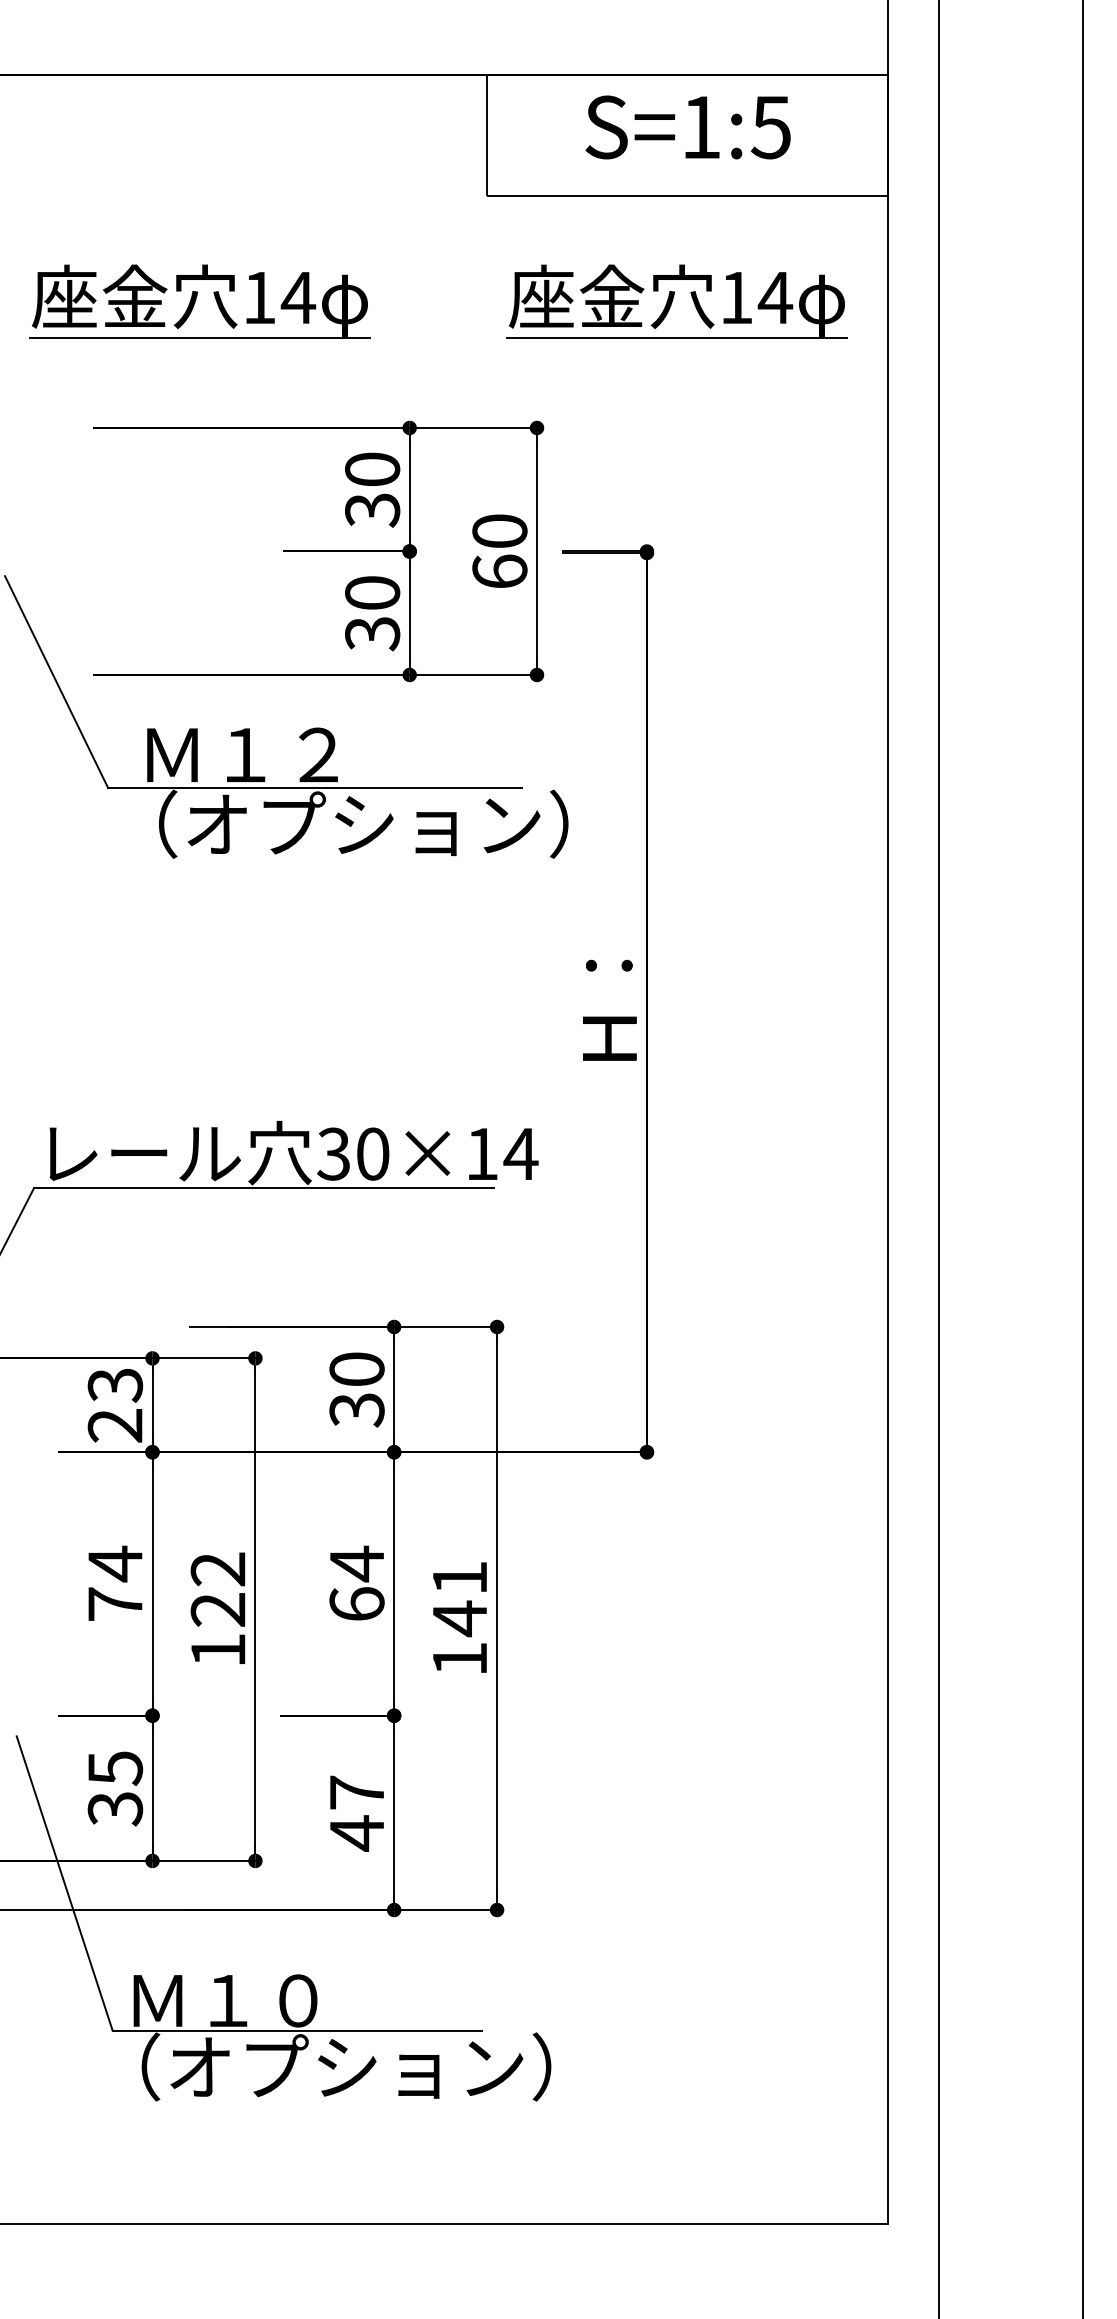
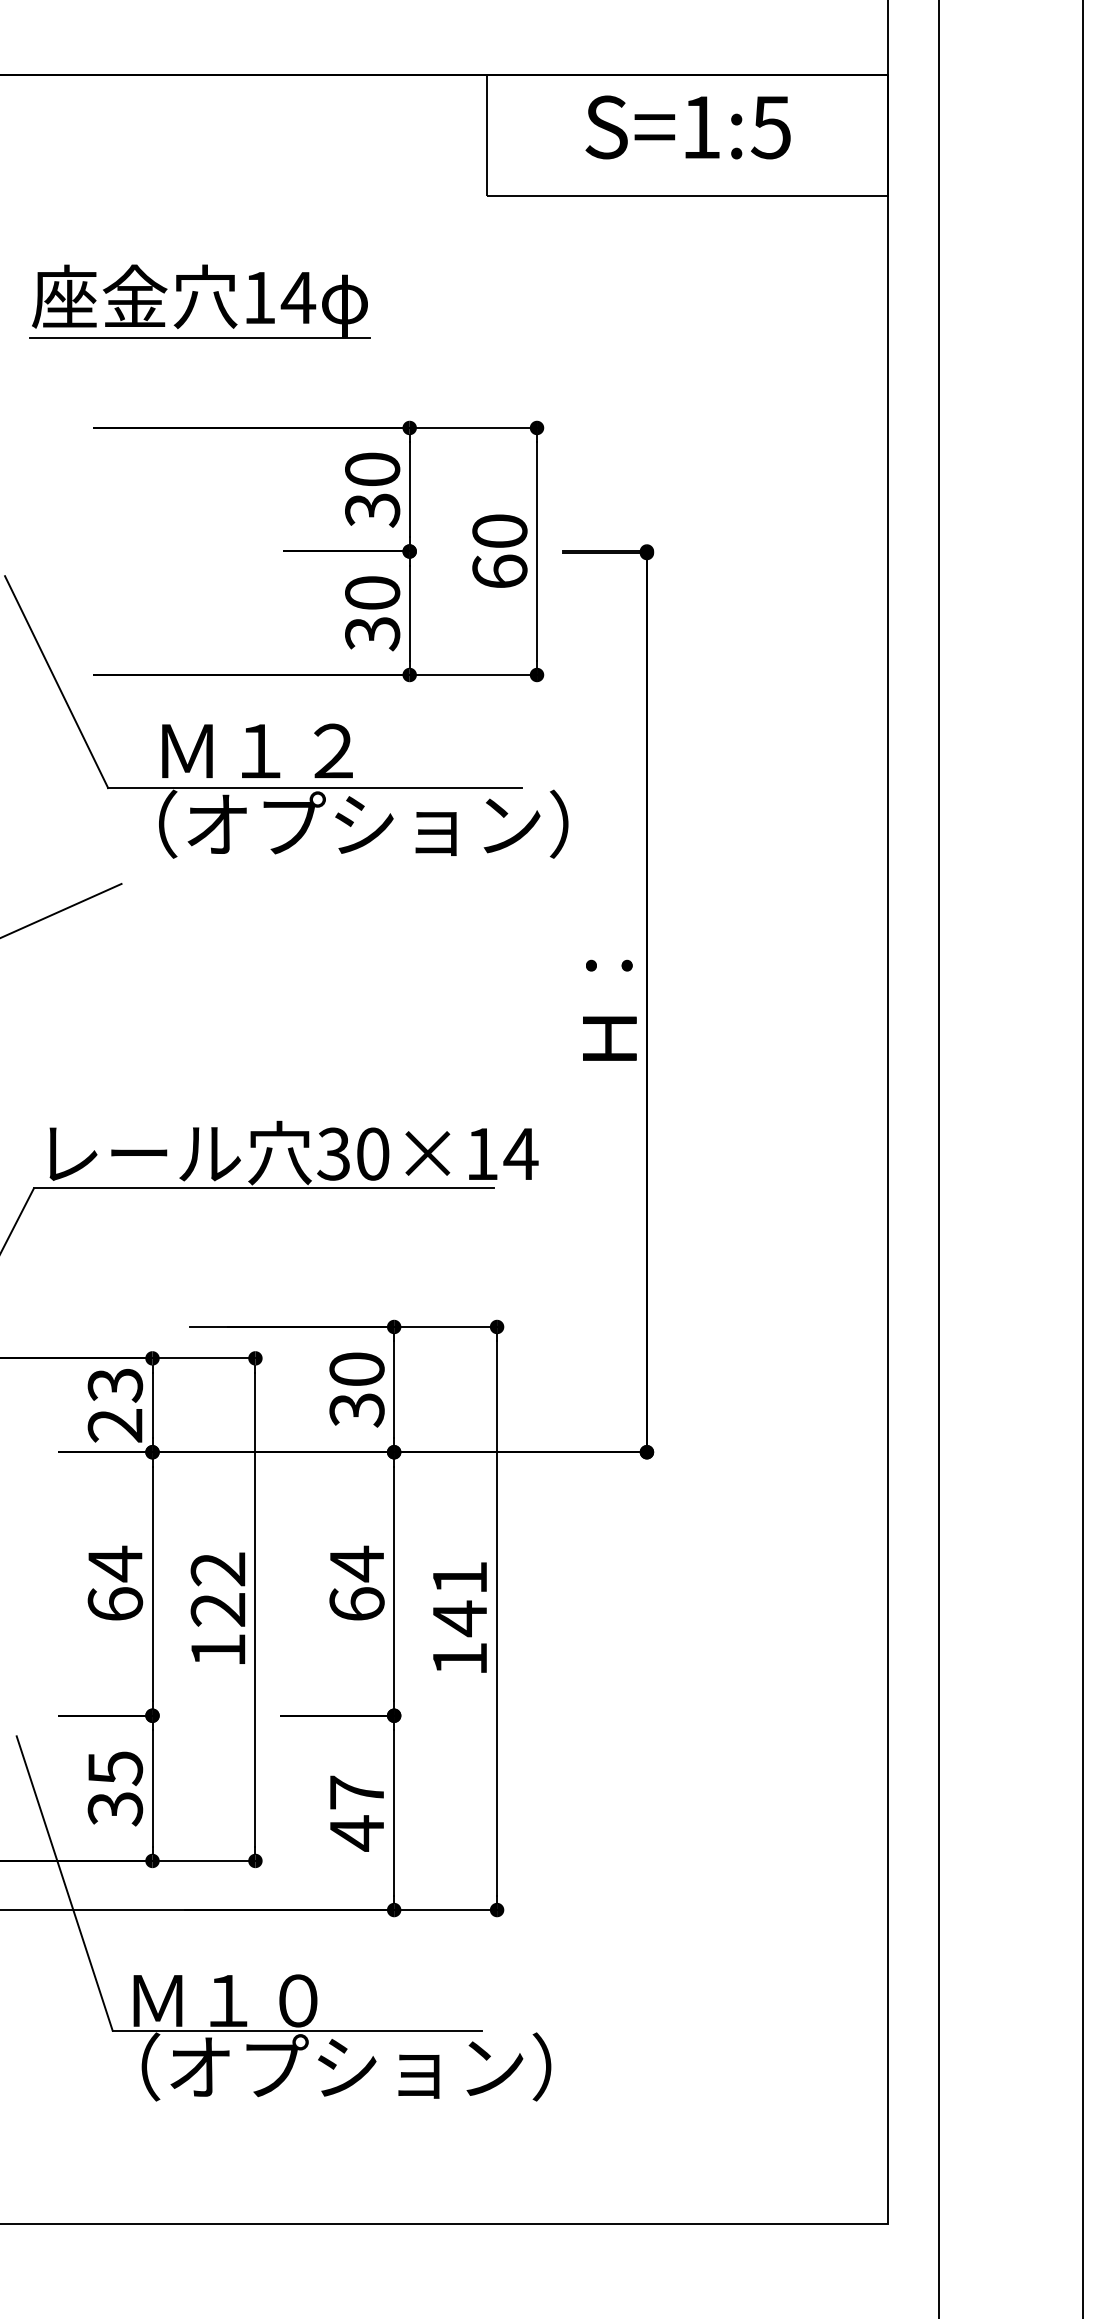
part at (676, 301): present -> none
text at (242, 754) position: (242, 754) -> (257, 750)
line at (61, 910): none -> present
text at (115, 1603): 74 -> 64
